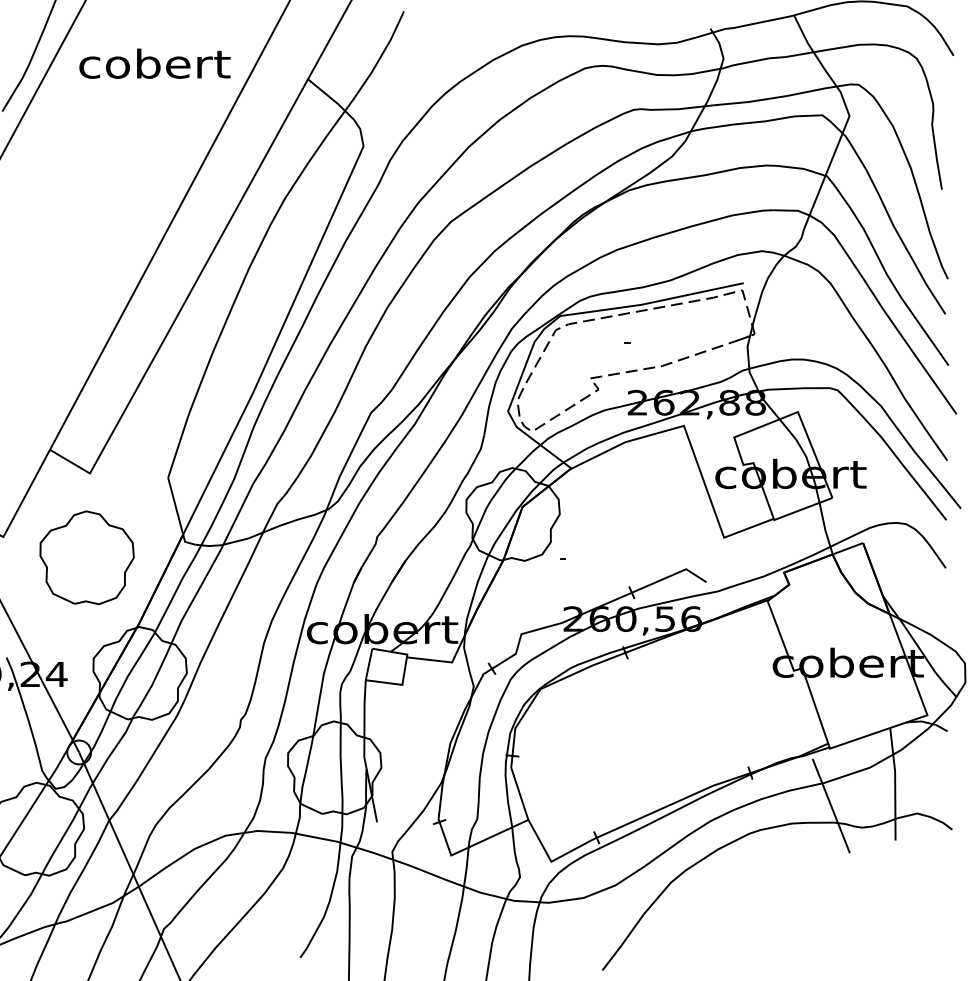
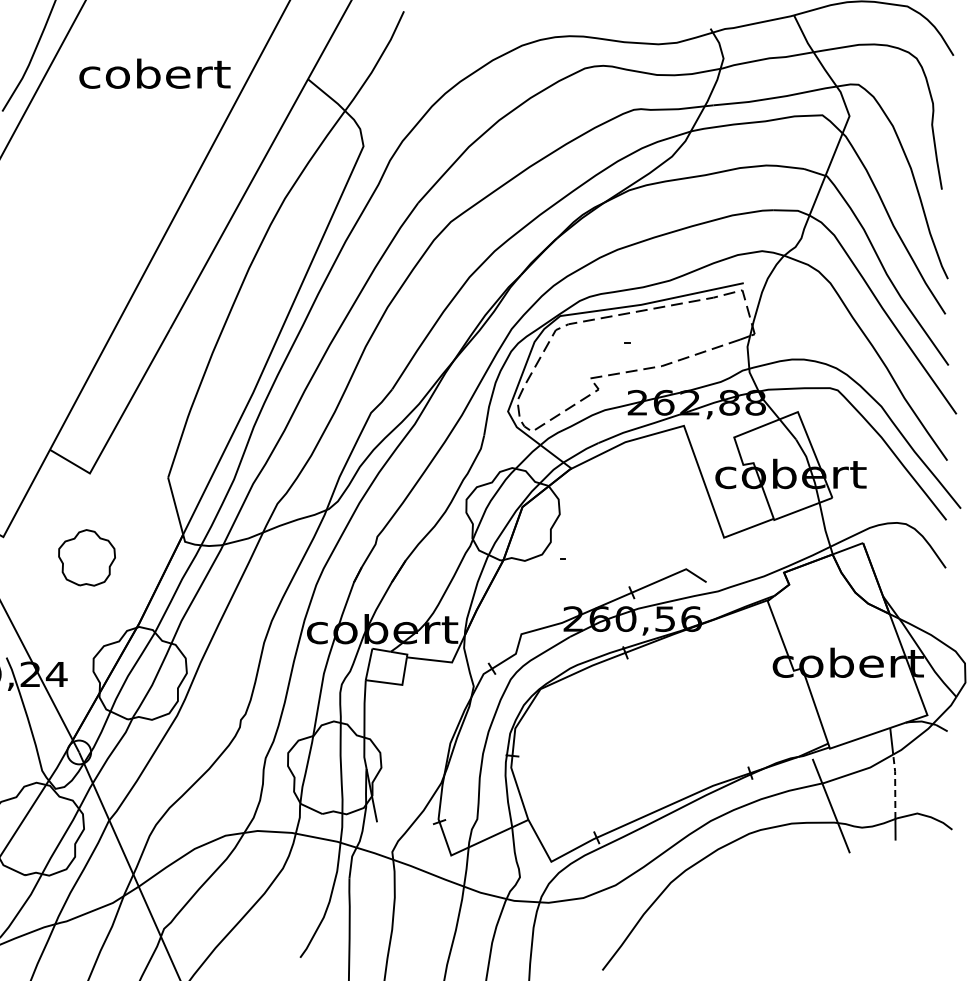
text at (154, 63) position: (154, 63) -> (154, 73)
part at (86, 557) size: 96x96 px -> 58x58 px
line at (895, 786): solid -> dashed
